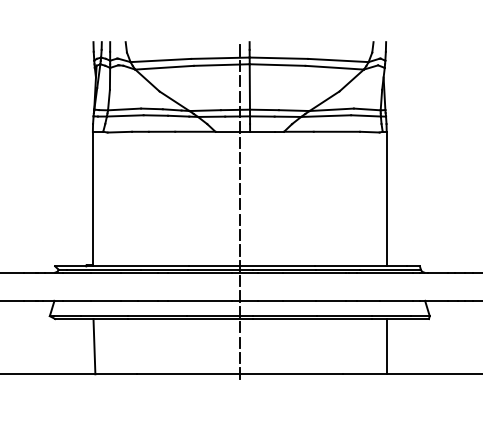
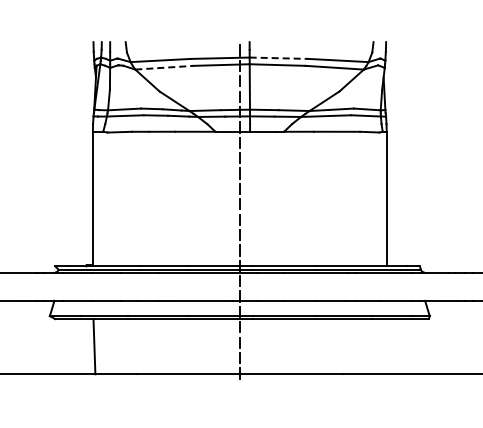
line at (279, 58): solid -> dashed
line at (165, 67): solid -> dashed
line at (386, 346): present -> none
